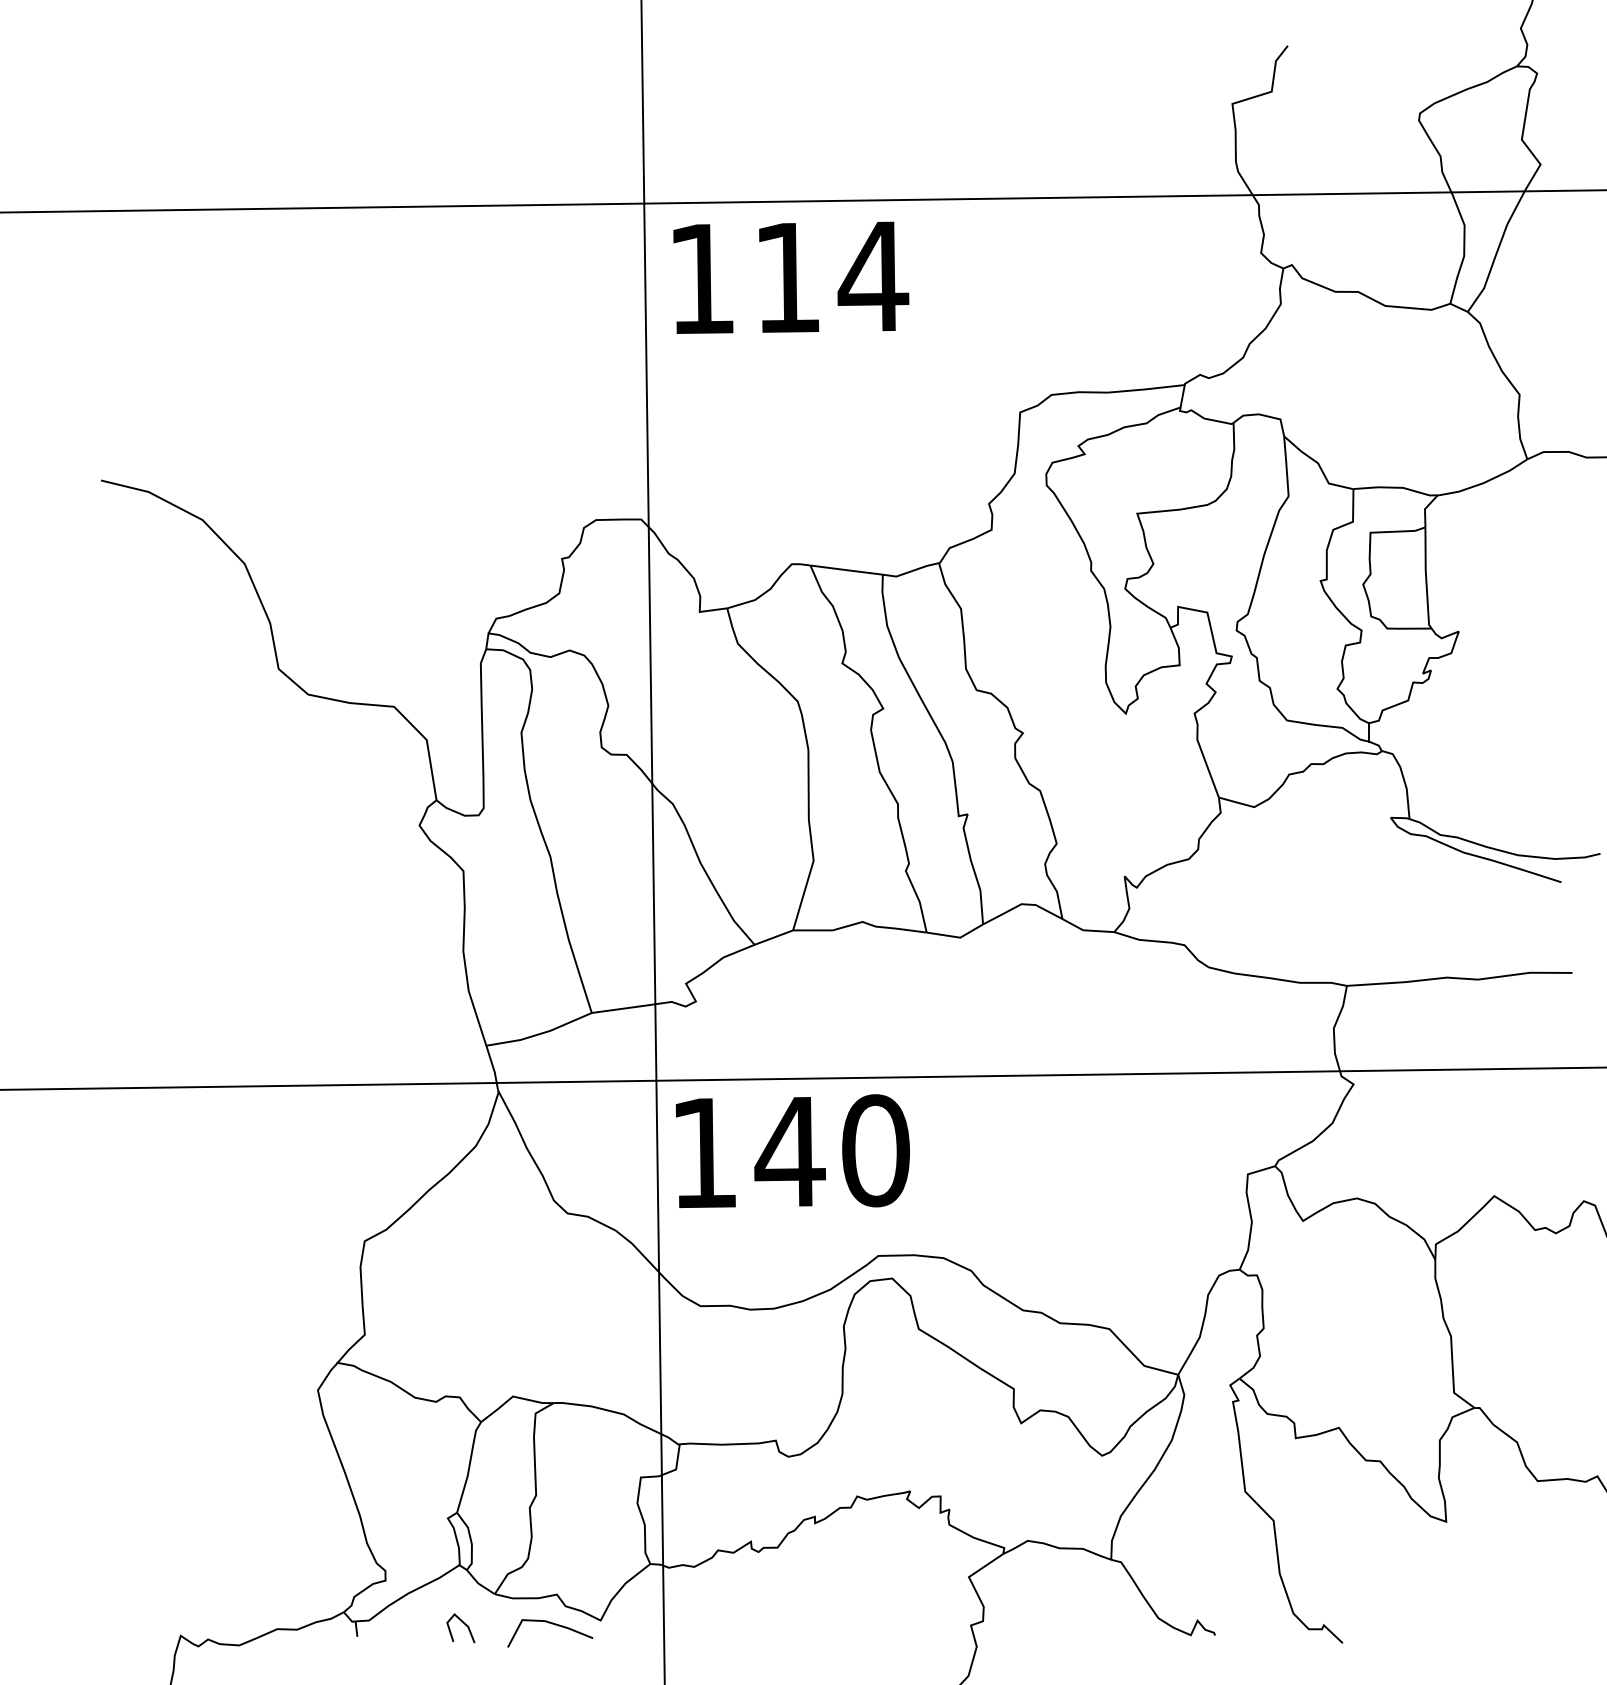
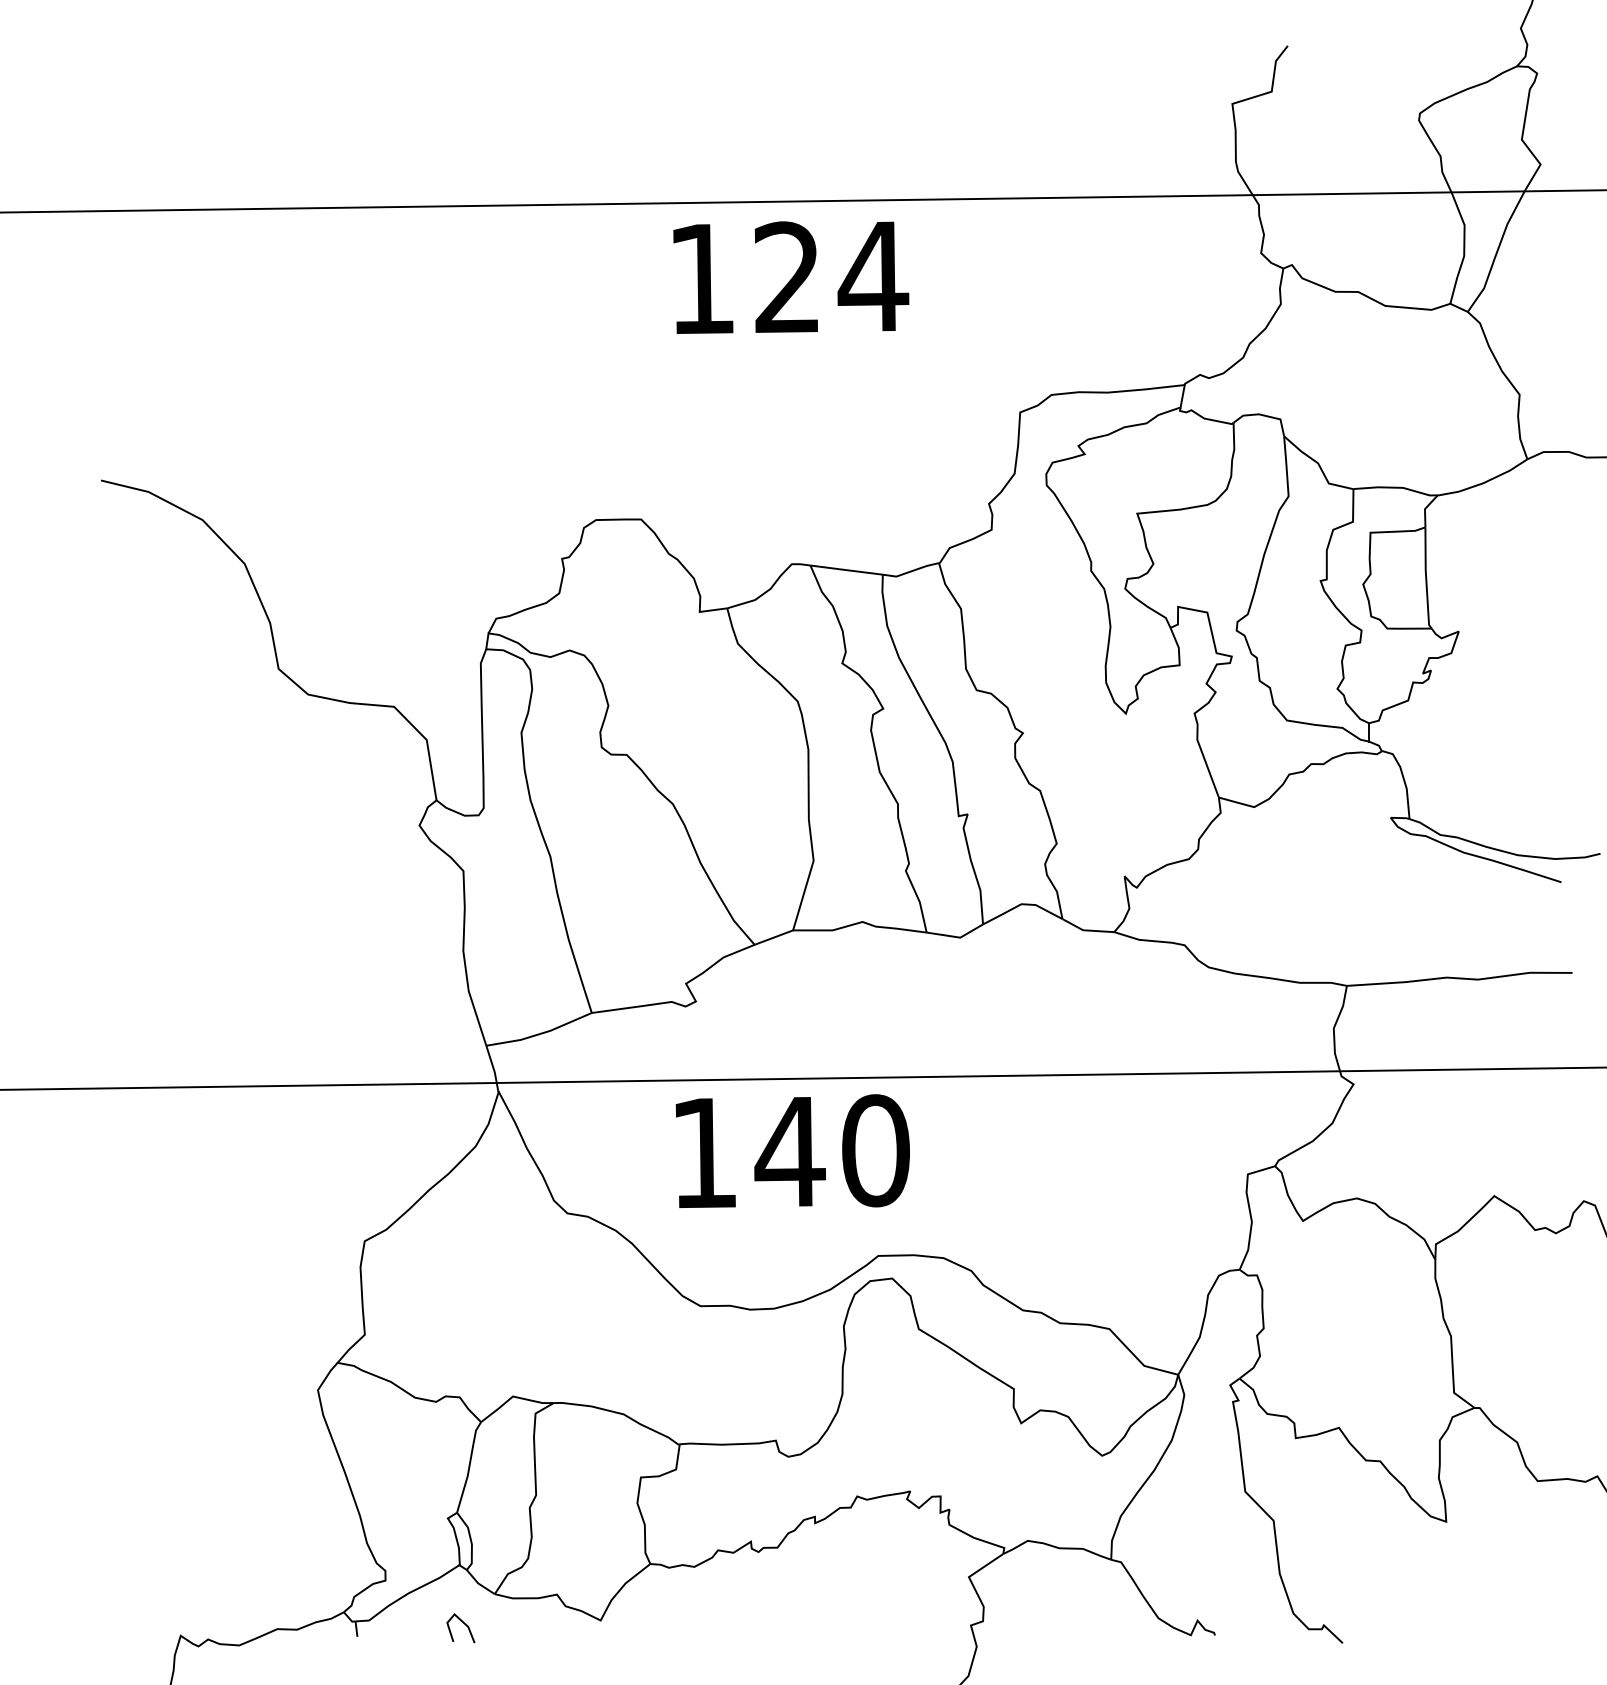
text at (786, 276): 114 -> 124
line at (652, 841): present -> none
line at (551, 1624): present -> none
